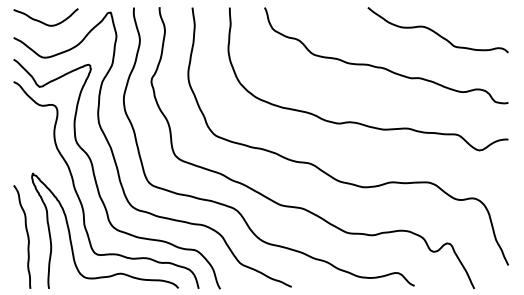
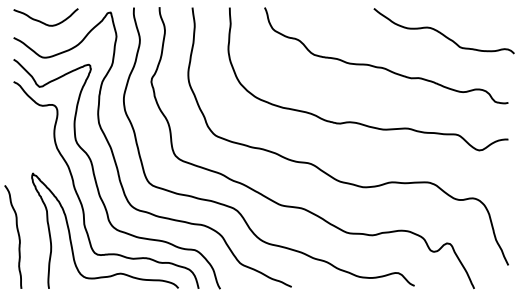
curve at (437, 32) position: (437, 32) -> (443, 33)
curve at (26, 233) position: (26, 233) -> (17, 233)
